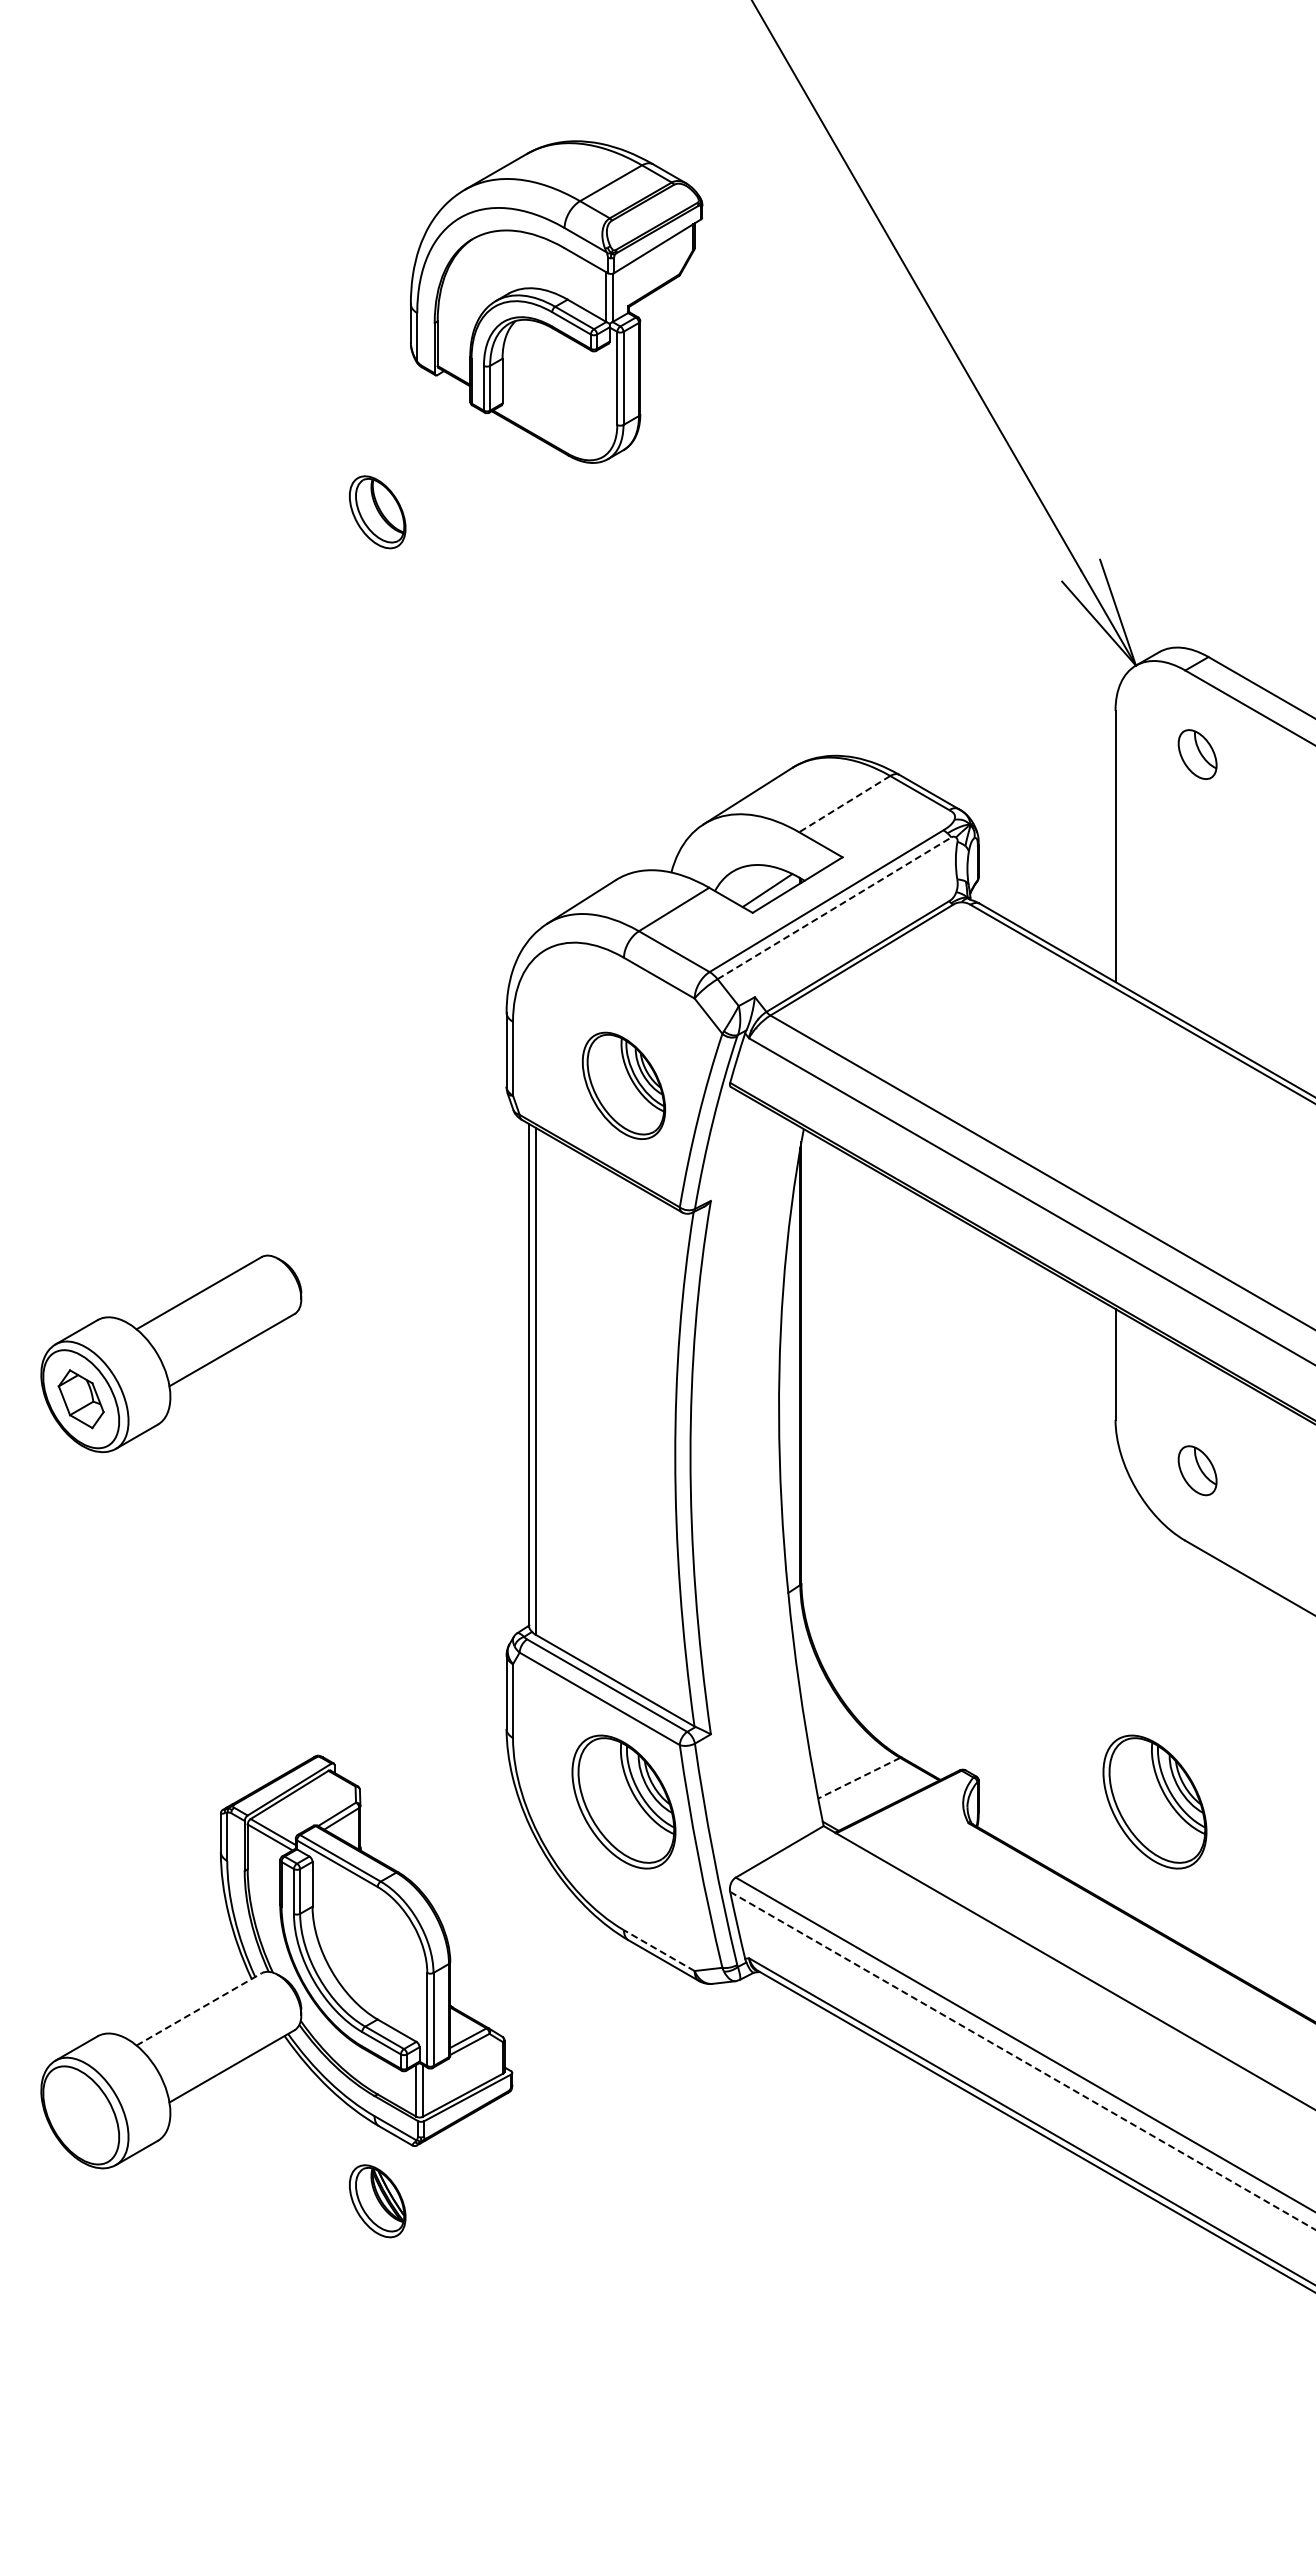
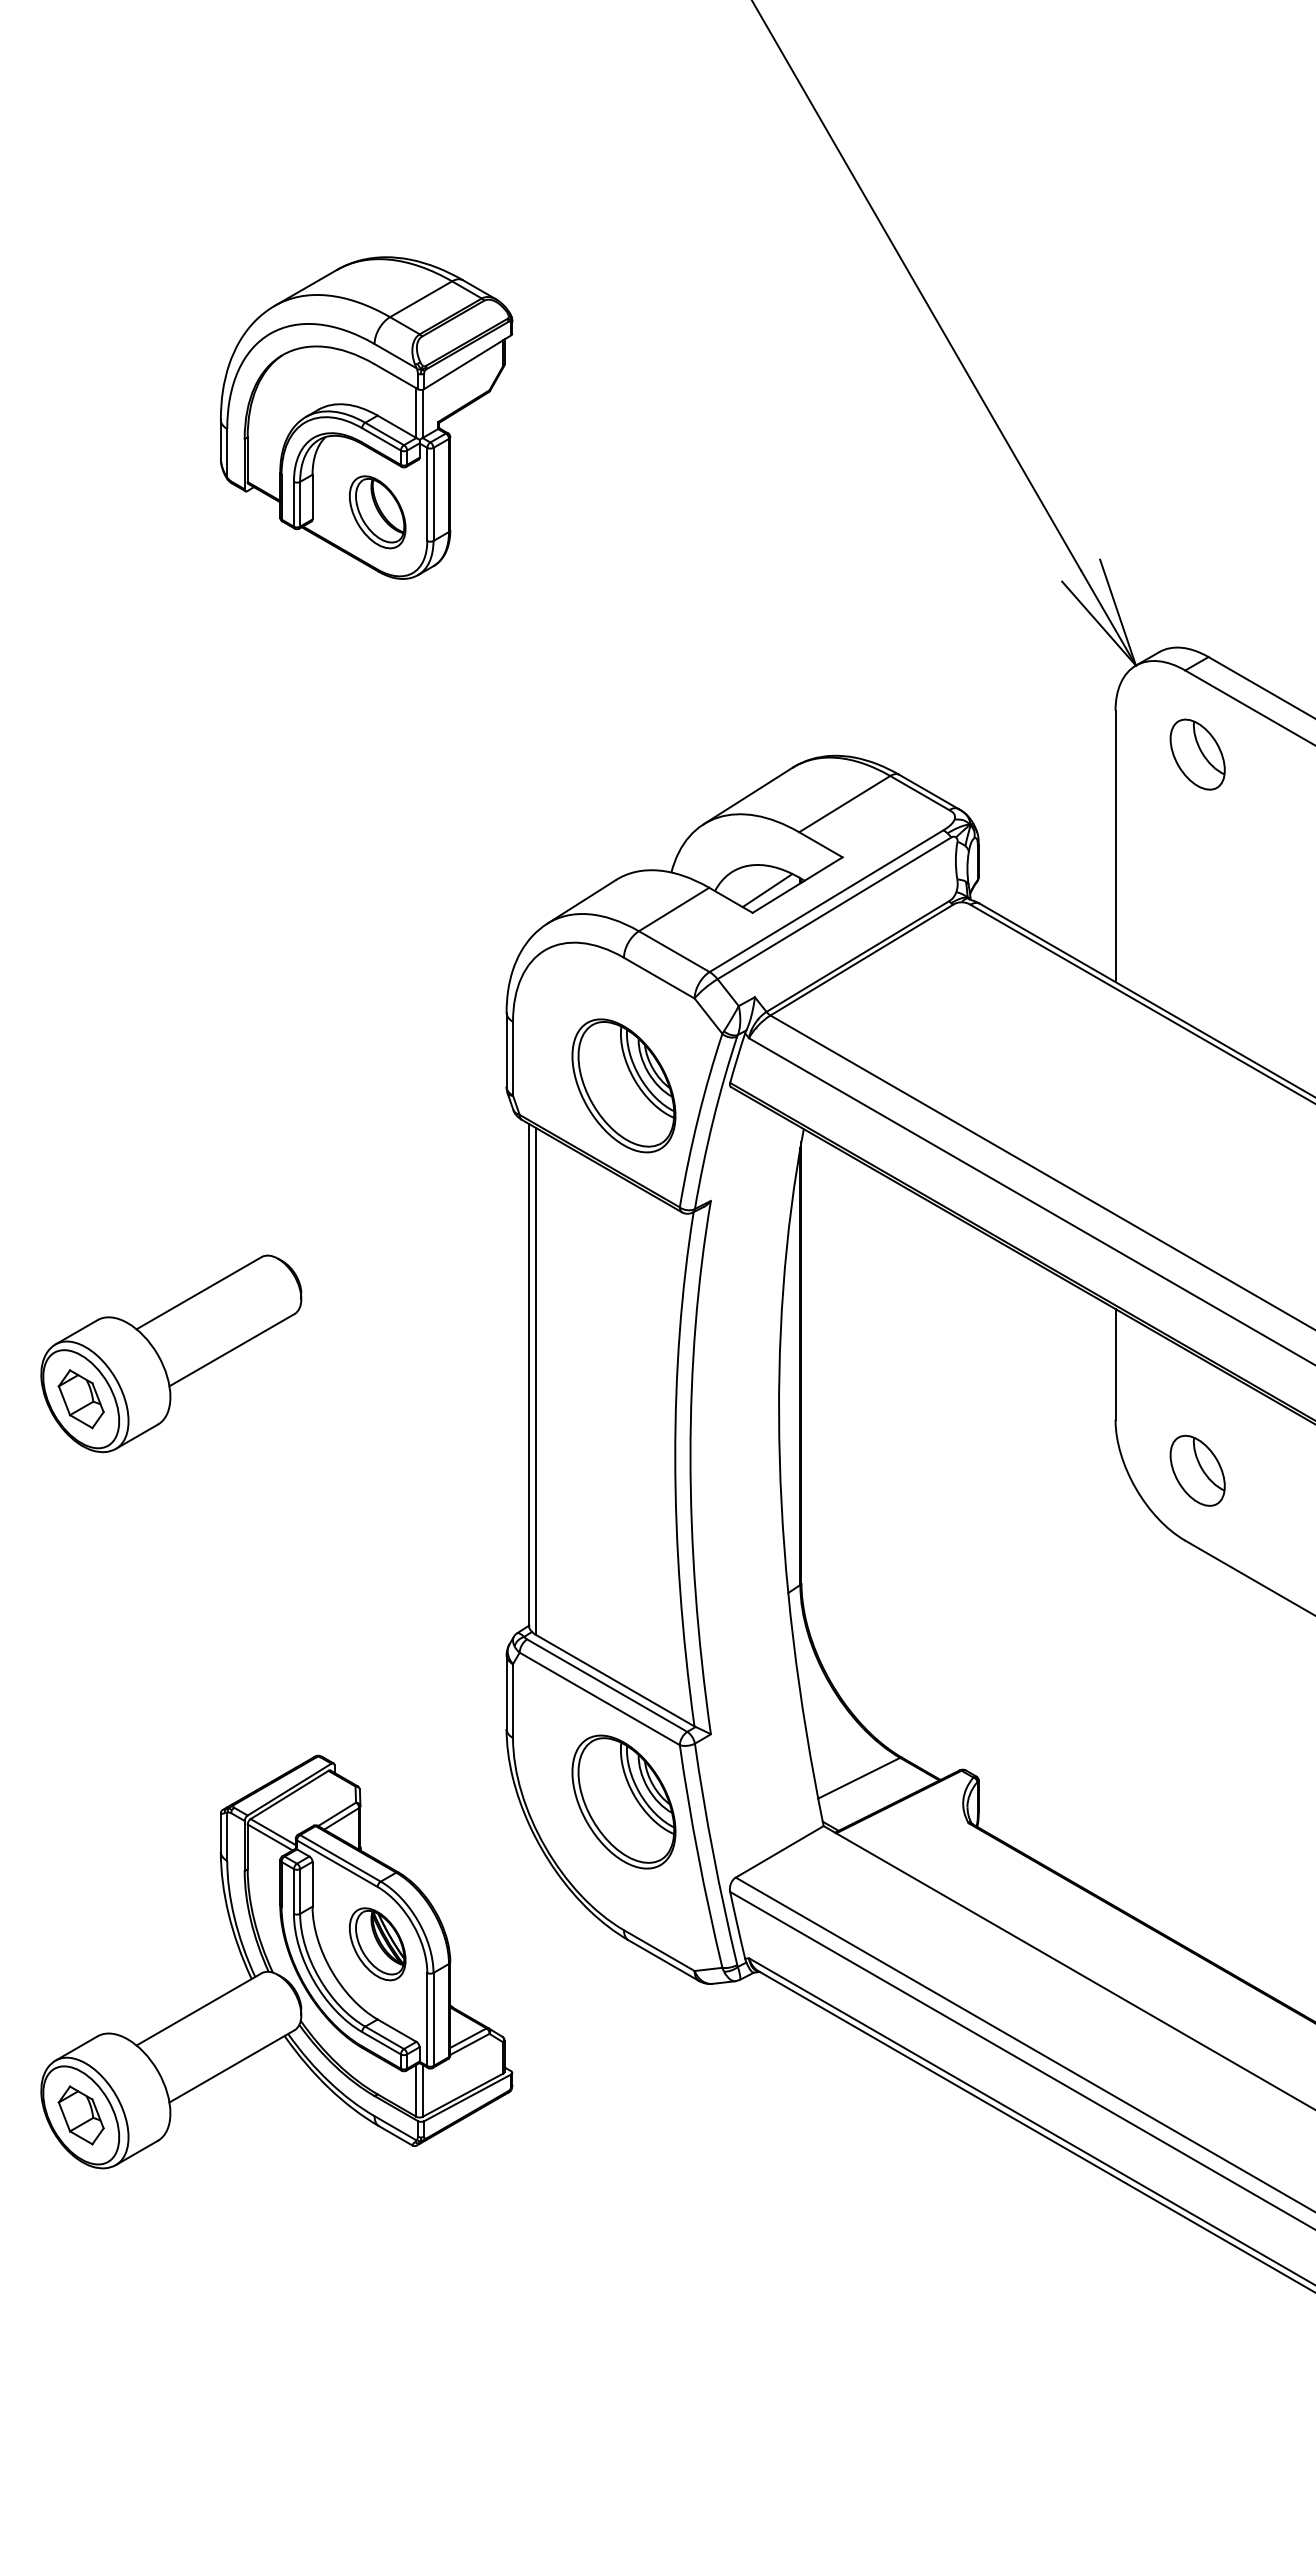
part at (556, 301) position: (556, 301) -> (366, 417)
part at (1197, 754) size: 41x51 px -> 57x73 px
line at (844, 804): dashed -> solid
line at (834, 908): dashed -> solid
part at (623, 1085) size: 86x109 px -> 106x136 px
part at (1197, 1470) size: 41x52 px -> 57x73 px
line at (859, 1778): dashed -> solid
part at (1154, 1801): present -> none
line at (659, 1950): dashed -> solid
line at (199, 2009): dashed -> solid
line at (1022, 2060): dashed -> solid
part at (80, 2115): none -> present
part at (377, 2201) position: (377, 2201) -> (377, 1944)
